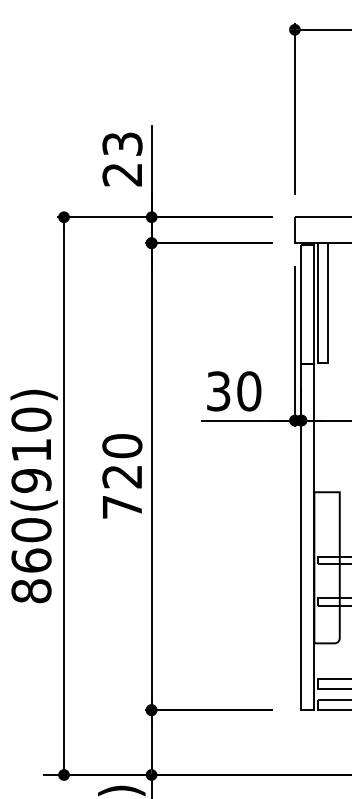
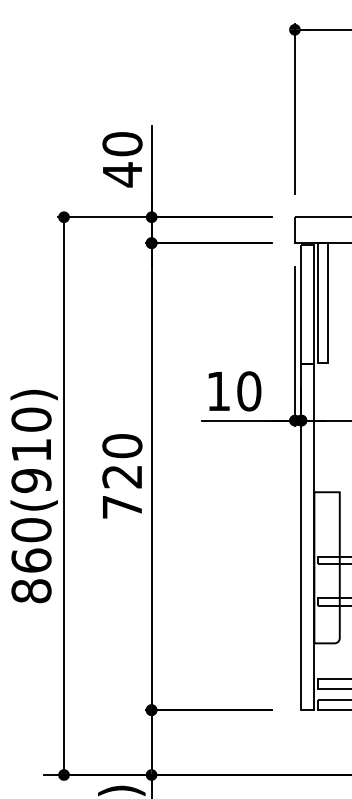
text at (122, 159): 23 -> 40
text at (218, 391): 30 -> 10
